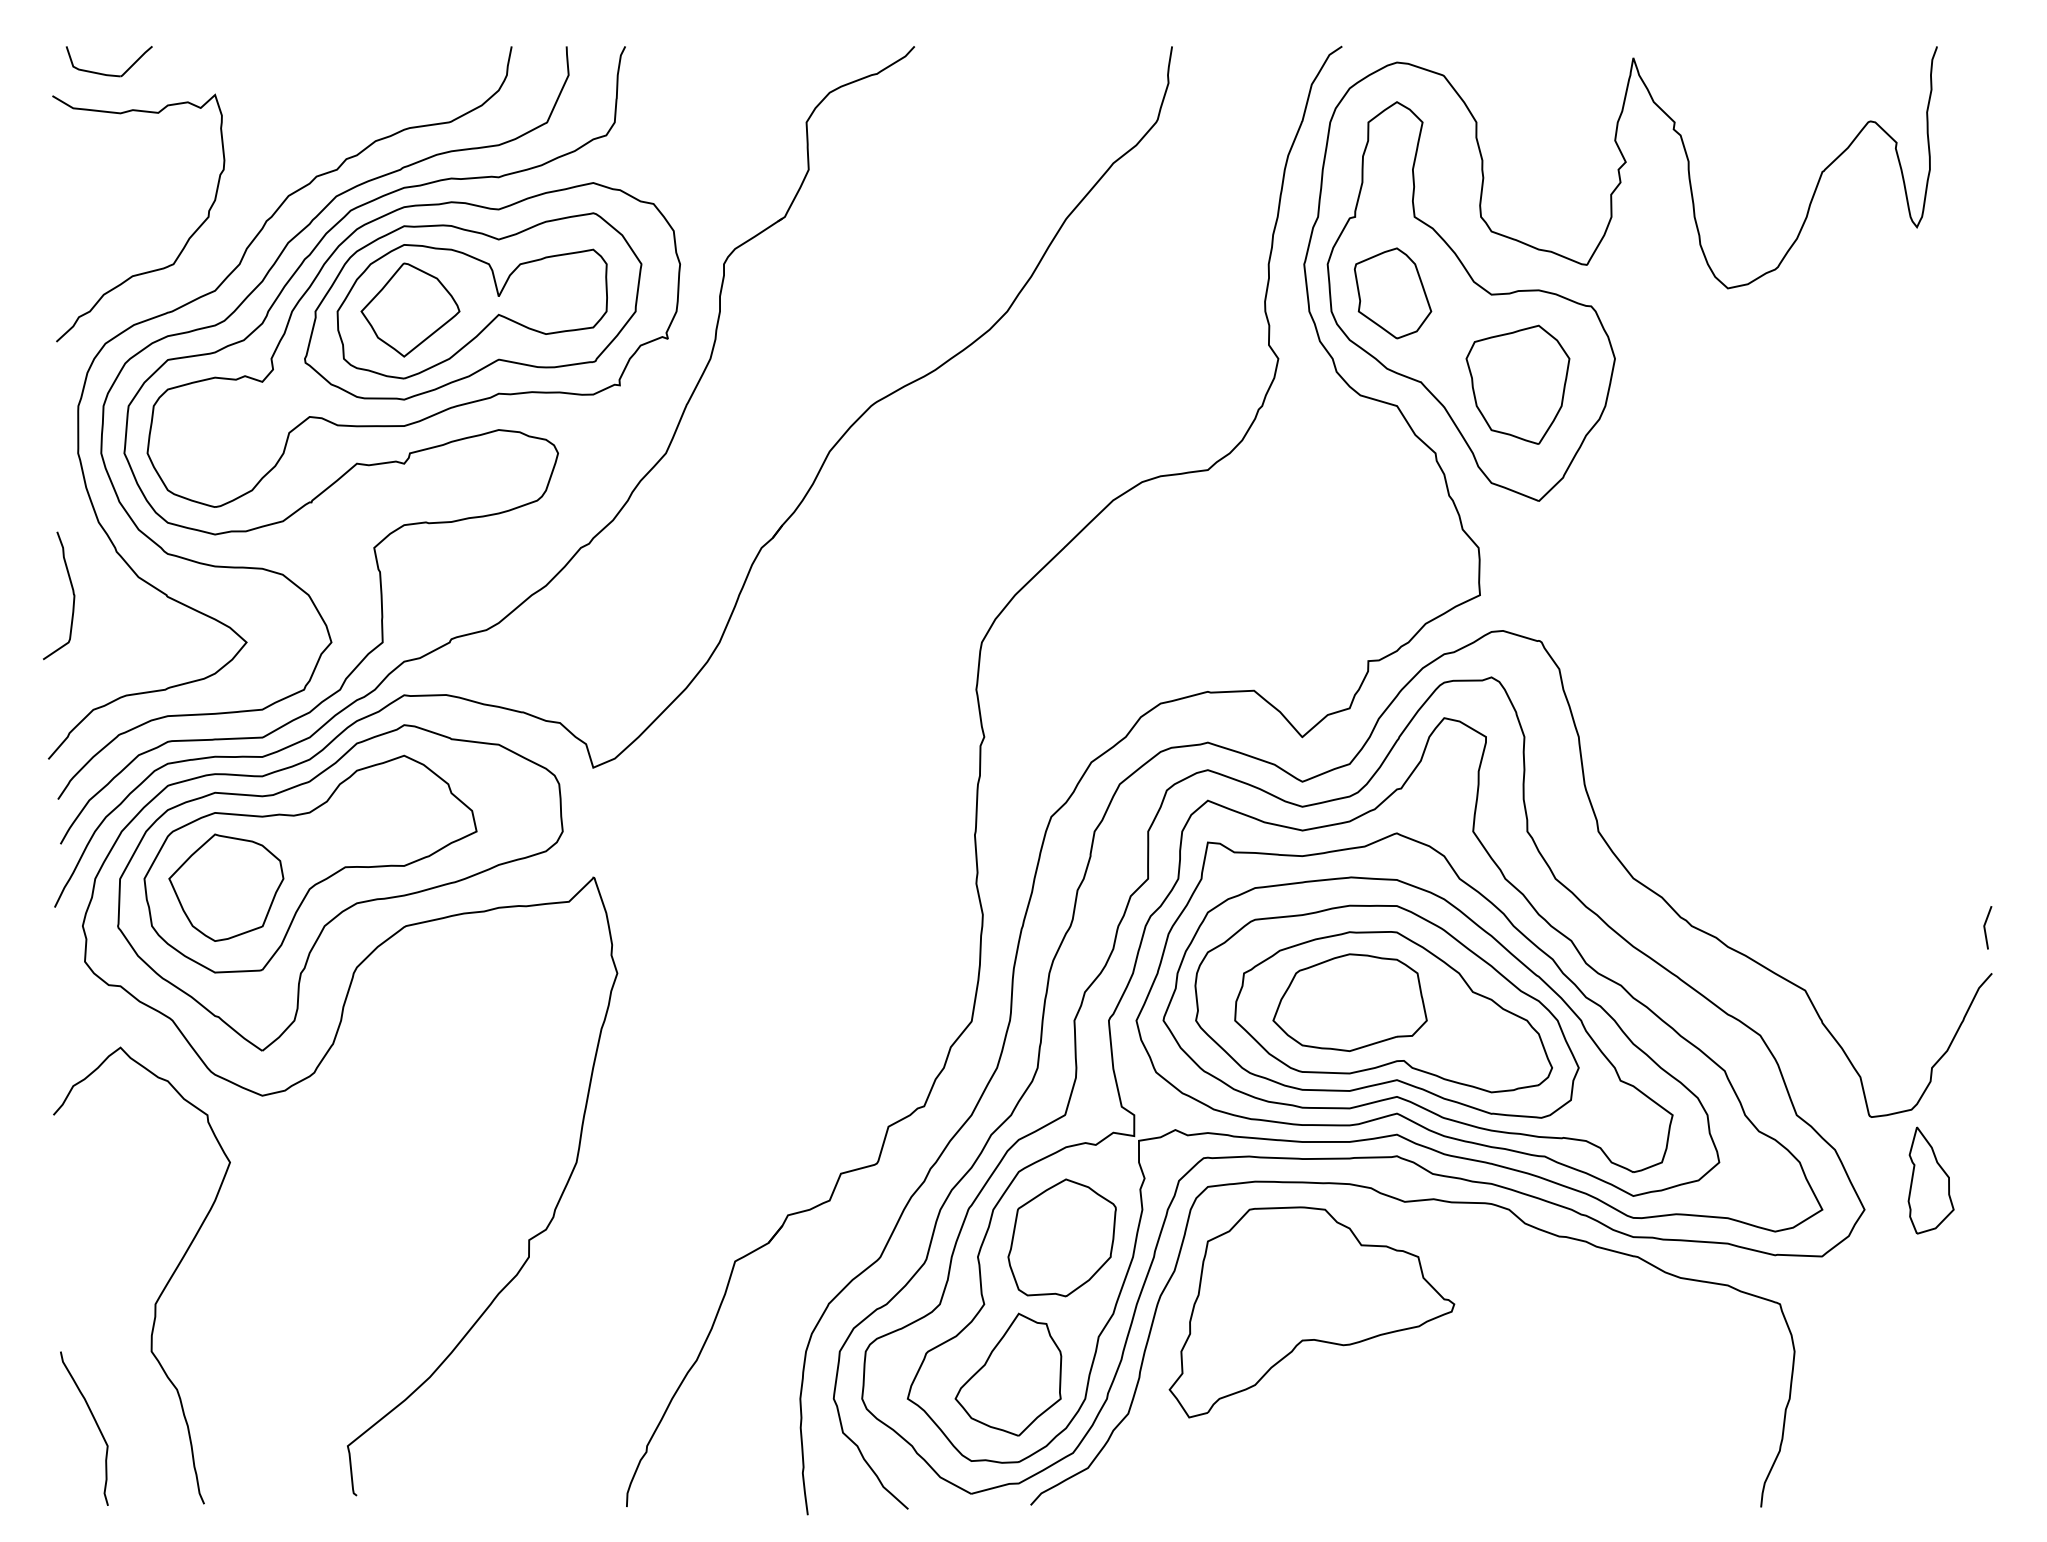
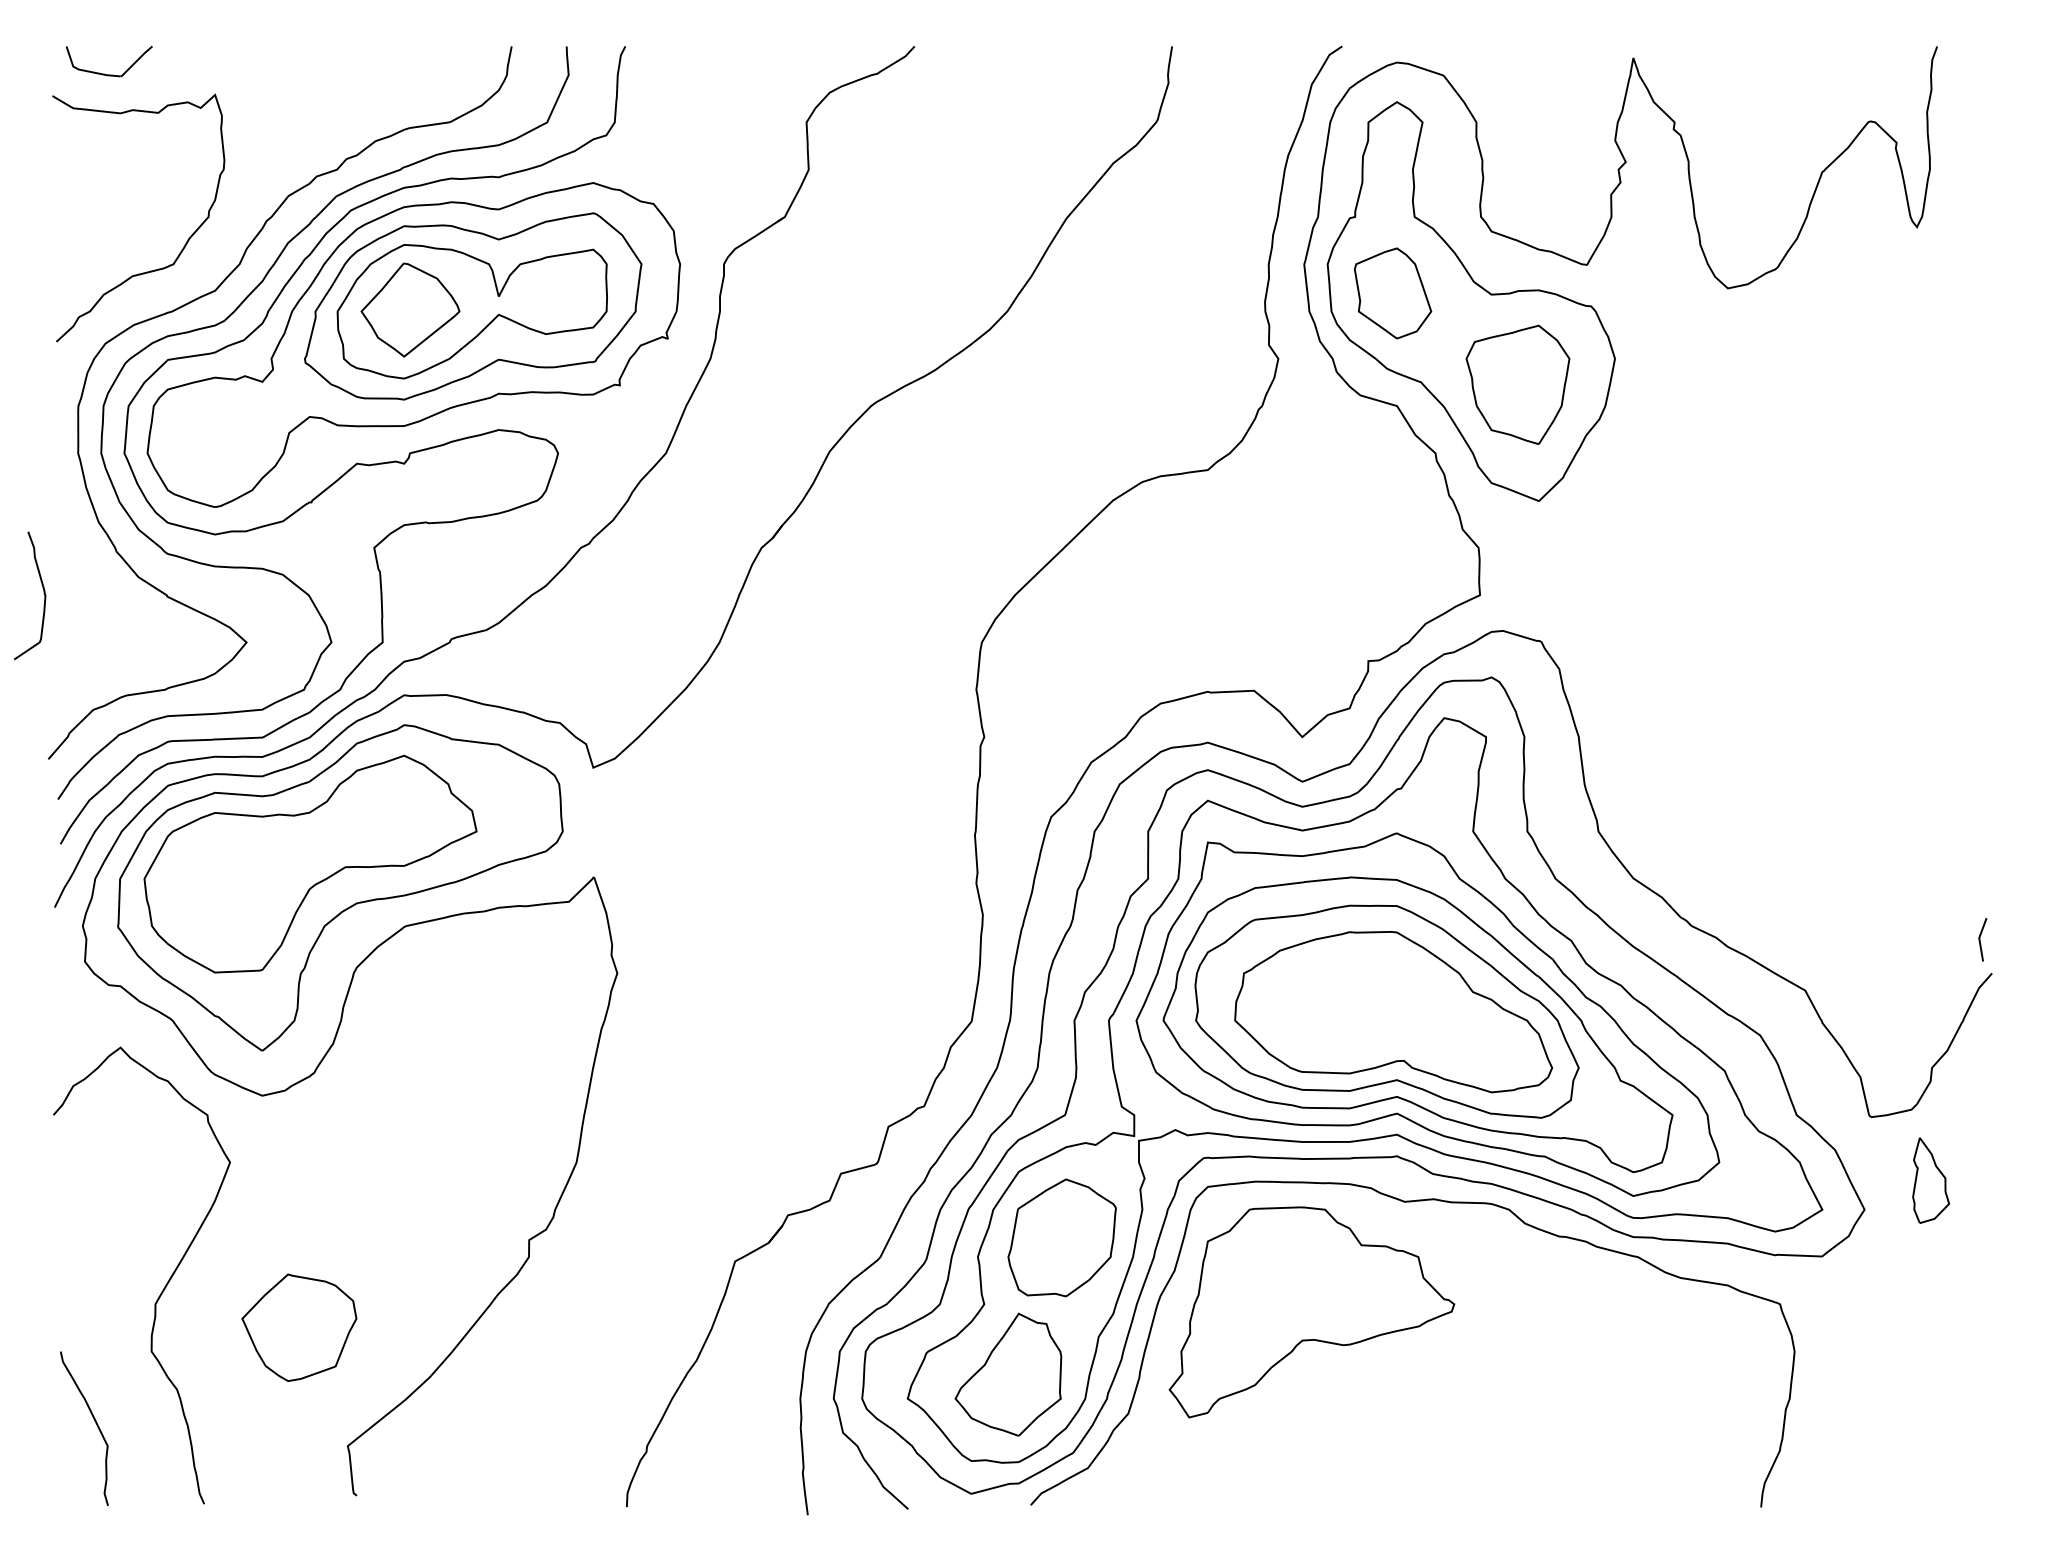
curve at (72, 593) position: (72, 593) -> (43, 593)
part at (226, 887) position: (226, 887) -> (299, 1327)
line at (1985, 927) position: (1985, 927) -> (1980, 939)
part at (1349, 1002): present -> none
part at (1930, 1180) size: 48x109 px -> 38x87 px
